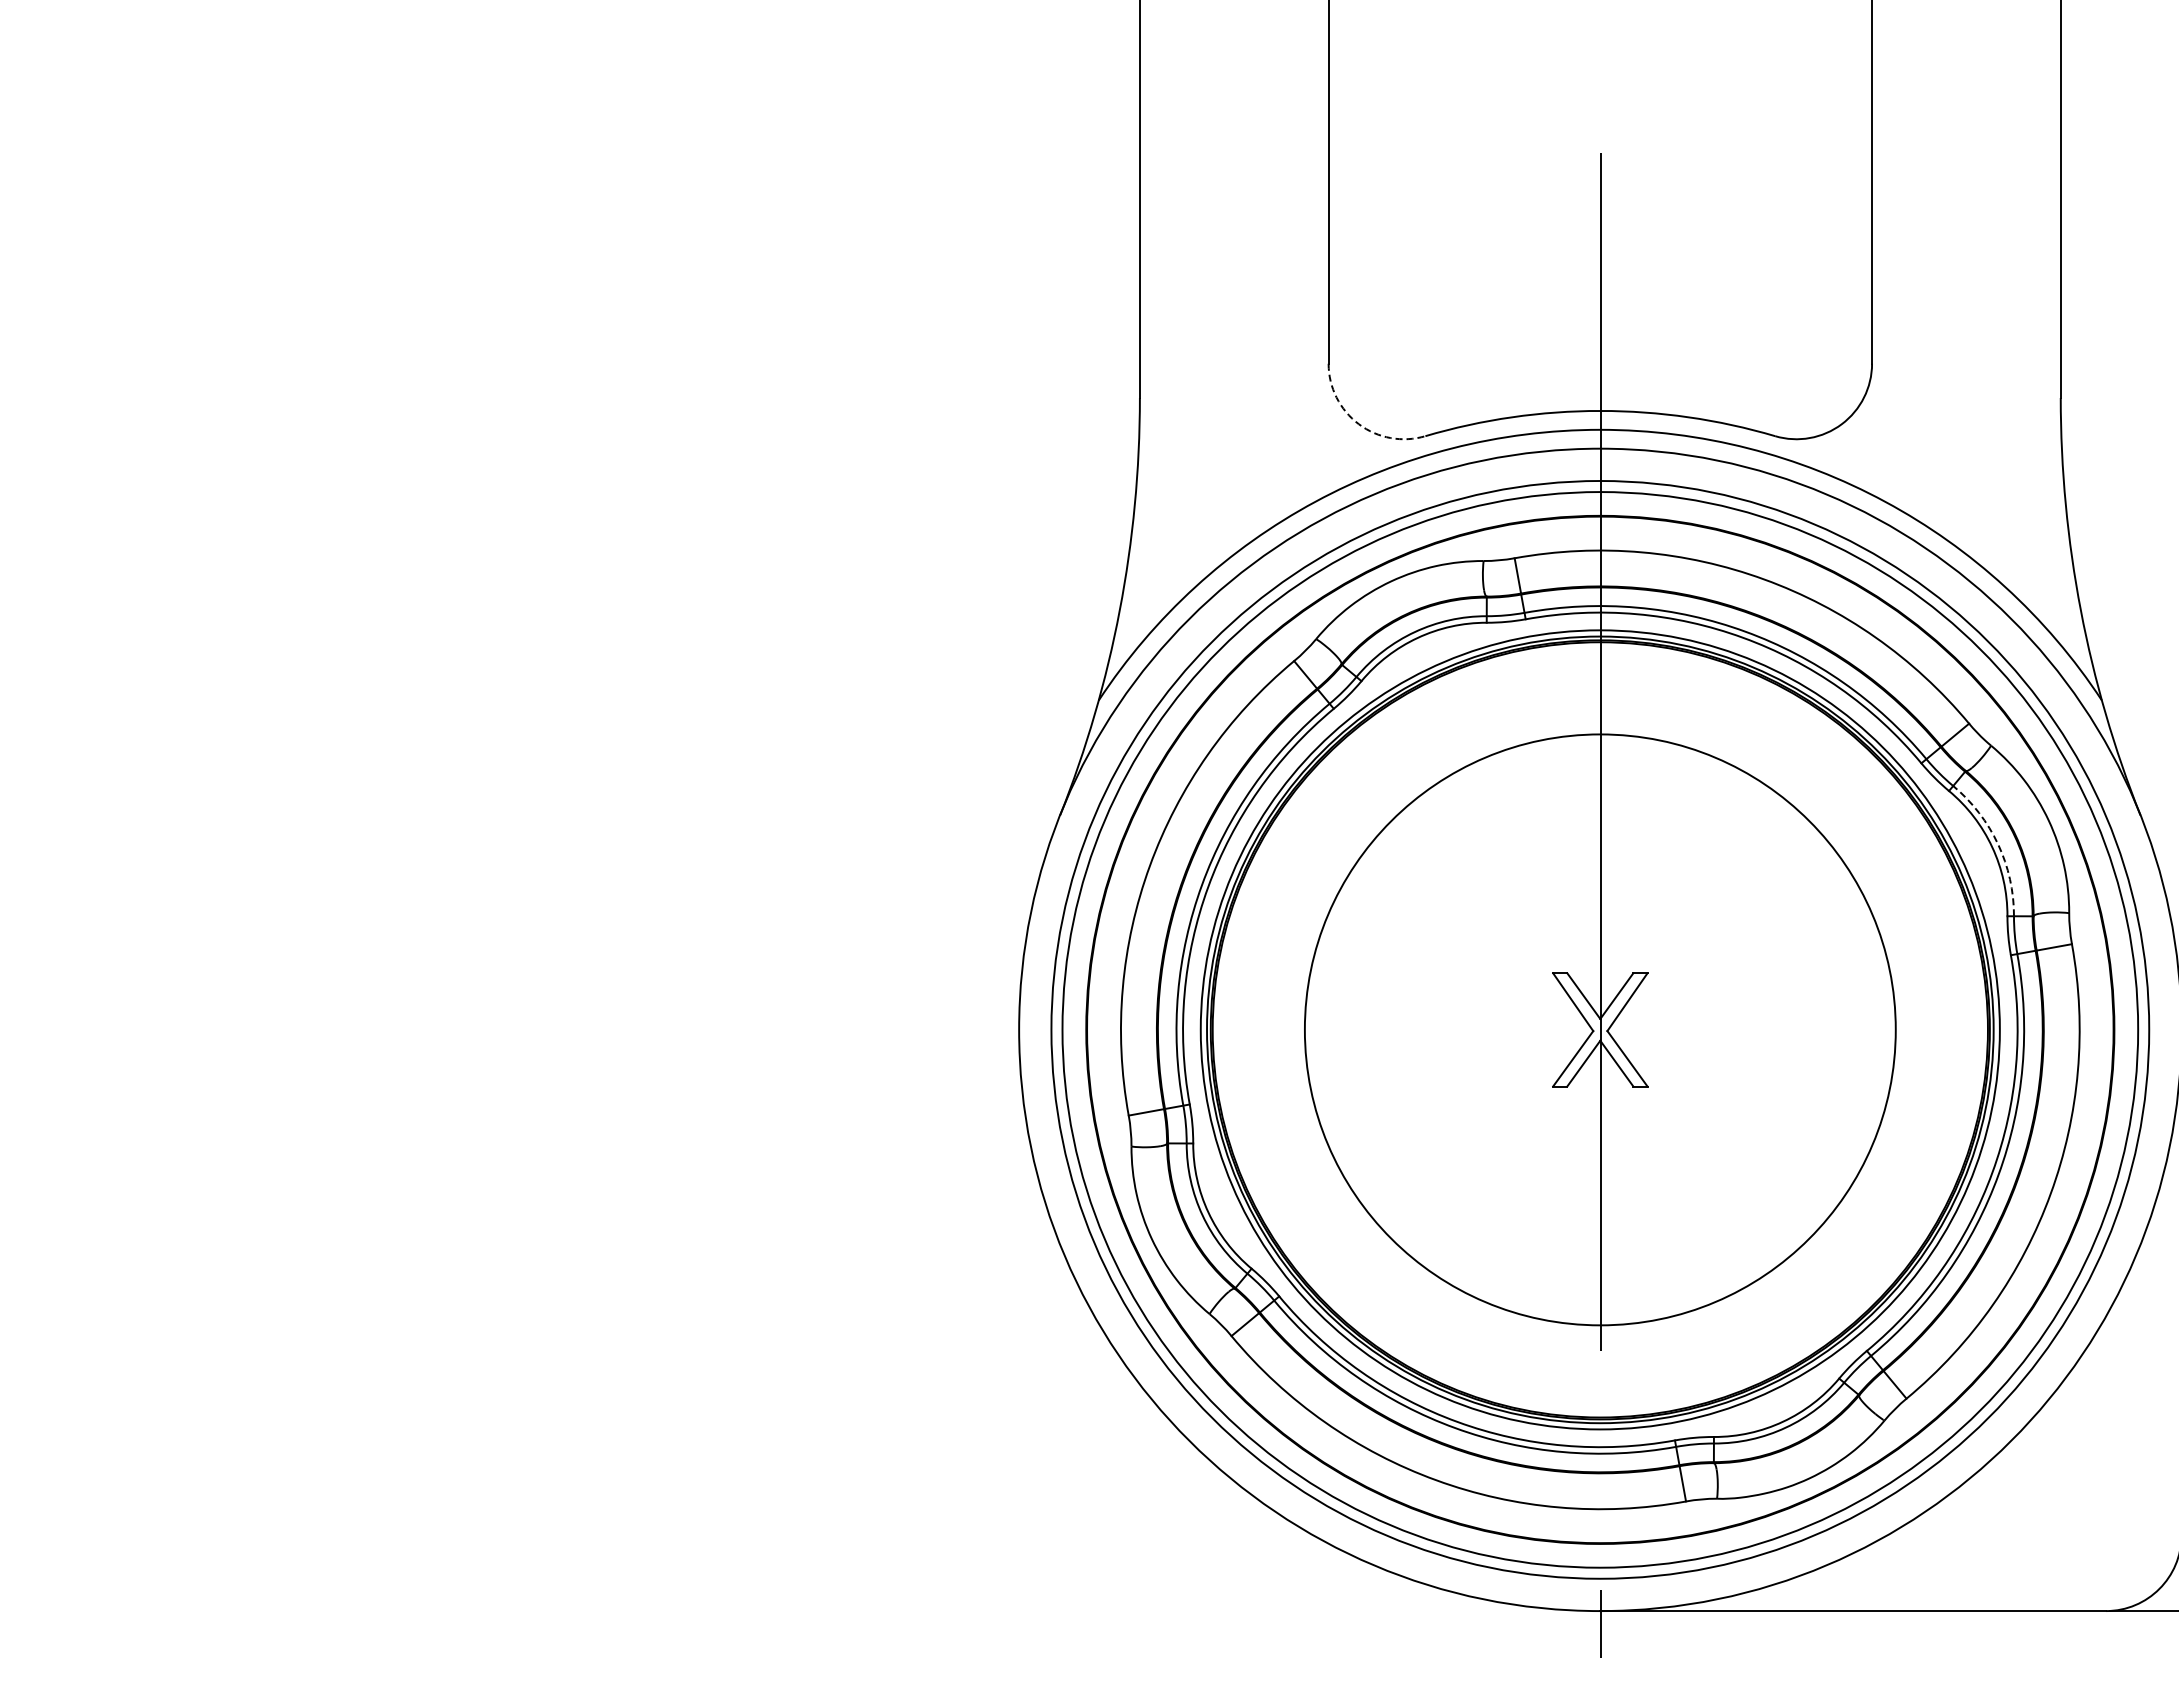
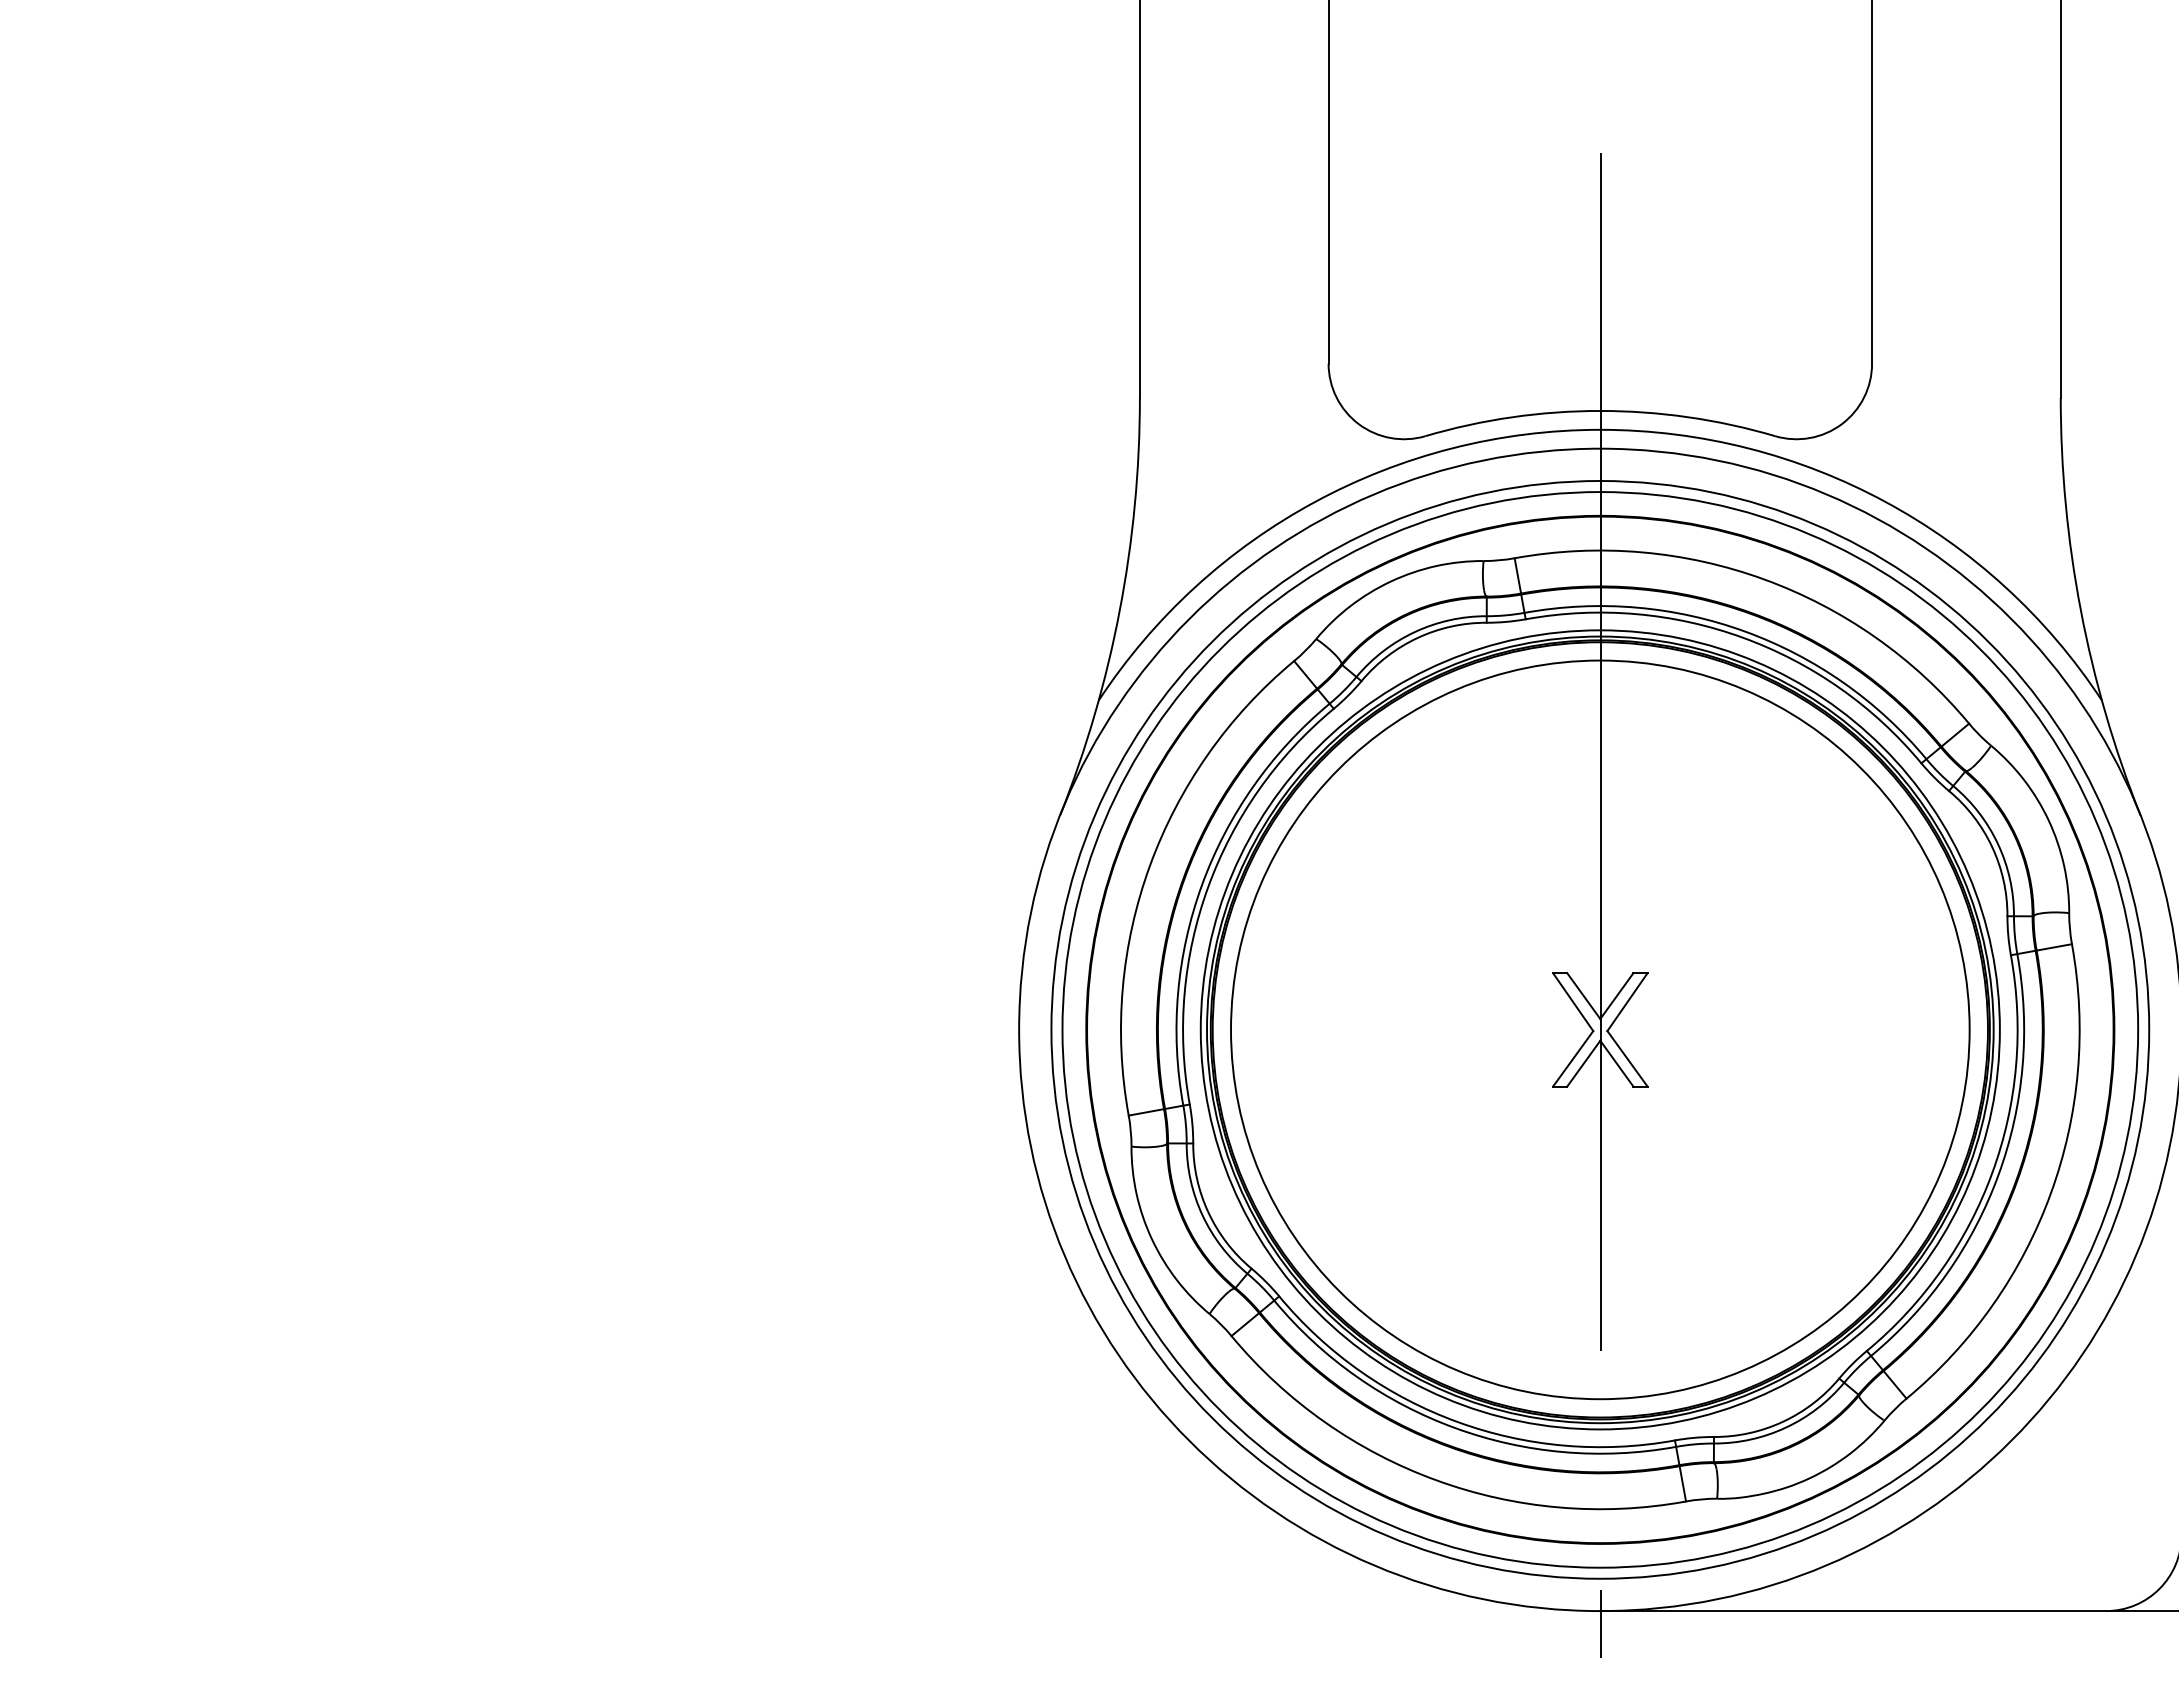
arc at (1358, 424): dashed -> solid
arc at (1998, 844): dashed -> solid
circle at (1599, 1029) diameter: 591 px -> 739 px
